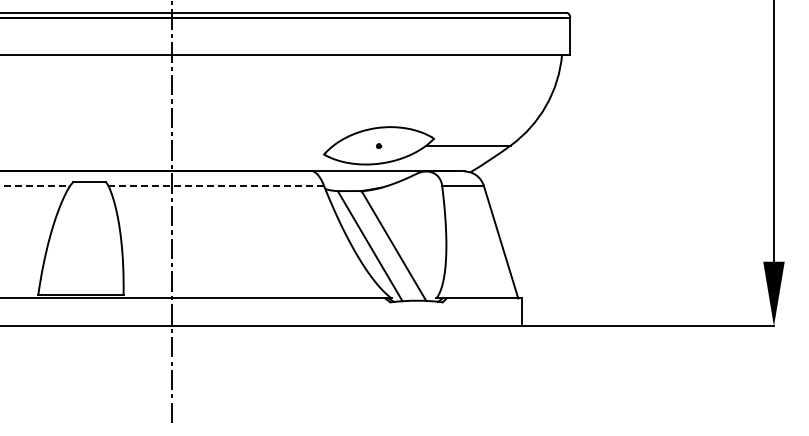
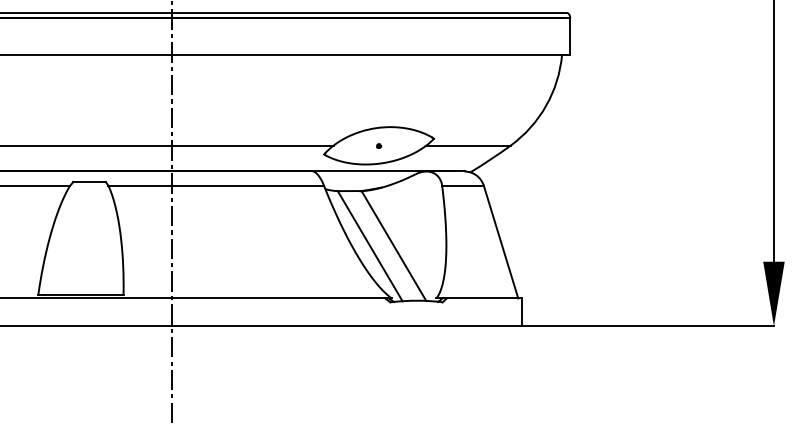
line at (167, 145): none -> present
line at (35, 185): dashed -> solid
line at (216, 185): dashed -> solid
